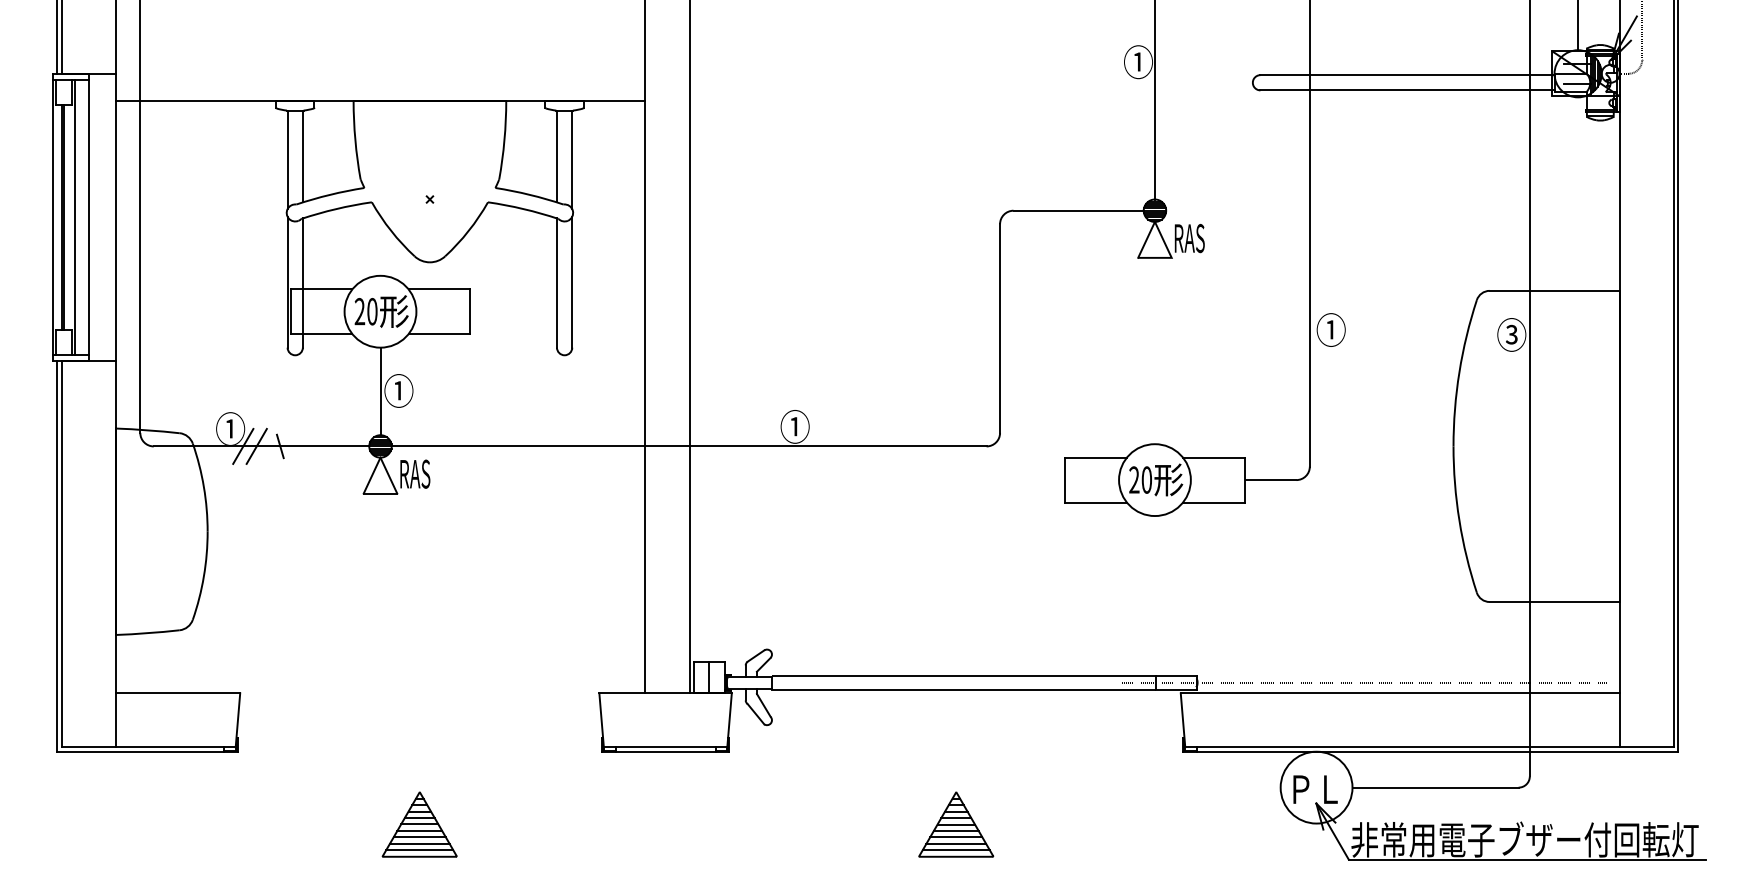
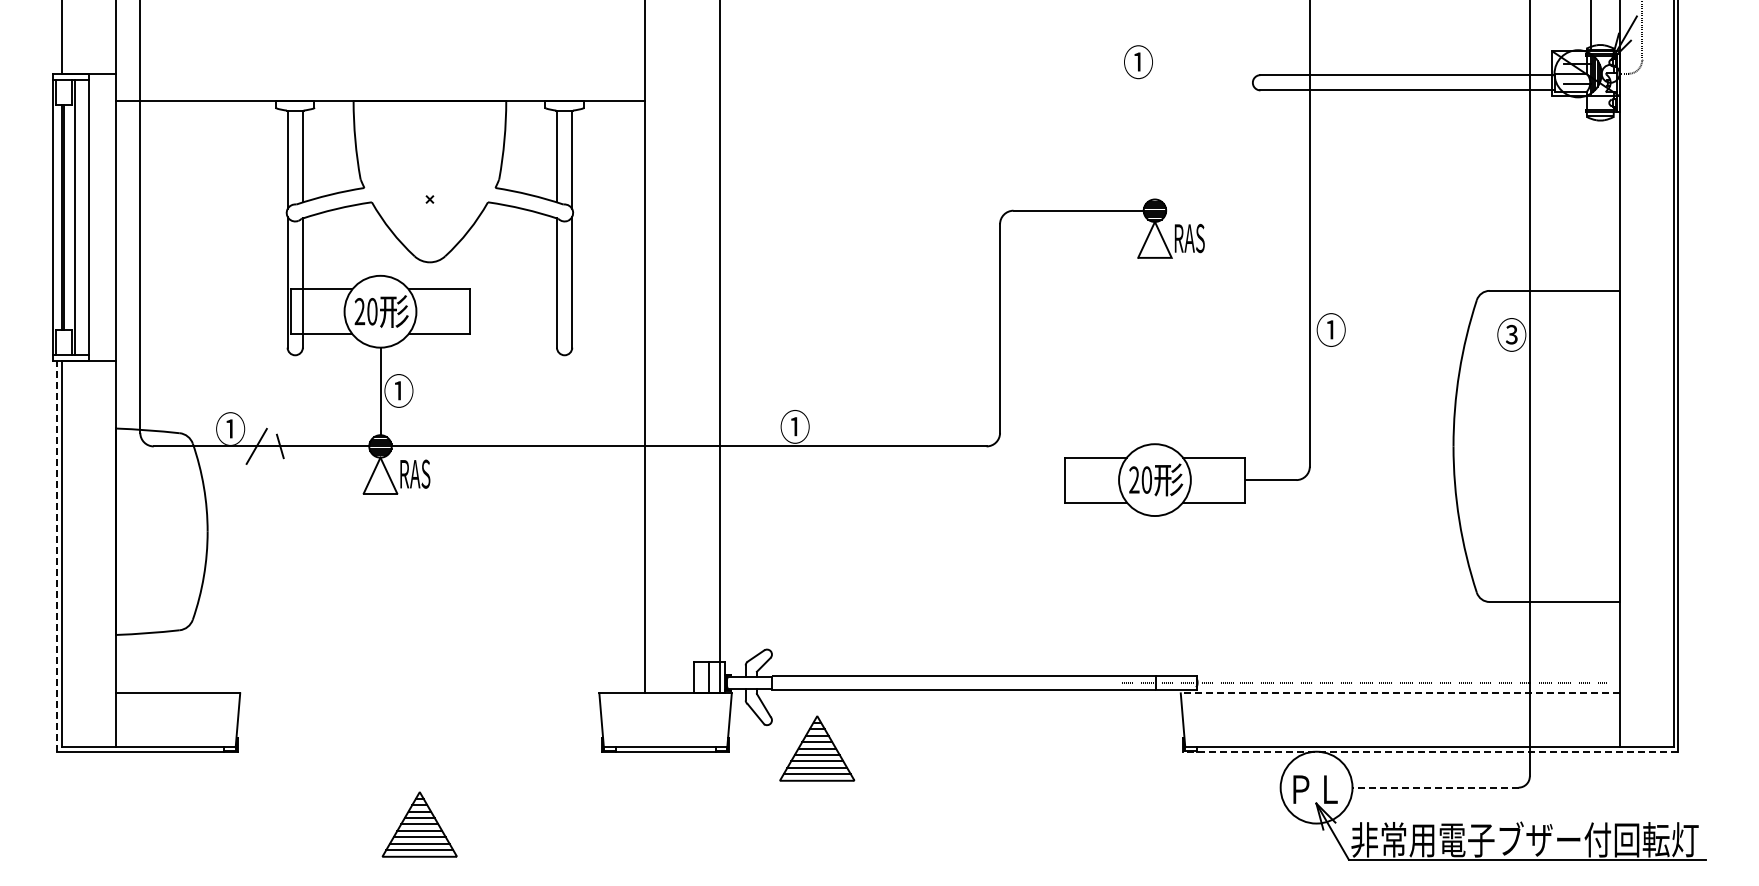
line at (1578, 26) position: (1578, 26) -> (1591, 26)
line at (57, 37): present -> none
line at (1154, 100): present -> none
line at (690, 347) position: (690, 347) -> (720, 347)
line at (243, 445): present -> none
line at (57, 555): solid -> dashed
line at (1399, 693): solid -> dashed
line at (1430, 751): solid -> dashed
line at (1435, 787): solid -> dashed
part at (956, 824) position: (956, 824) -> (817, 748)
